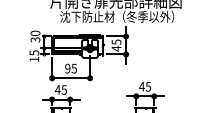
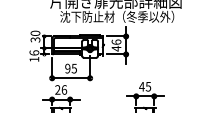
text at (116, 41): 45 -> 46
text at (34, 52): 15 -> 16
text at (60, 89): 45 -> 26
